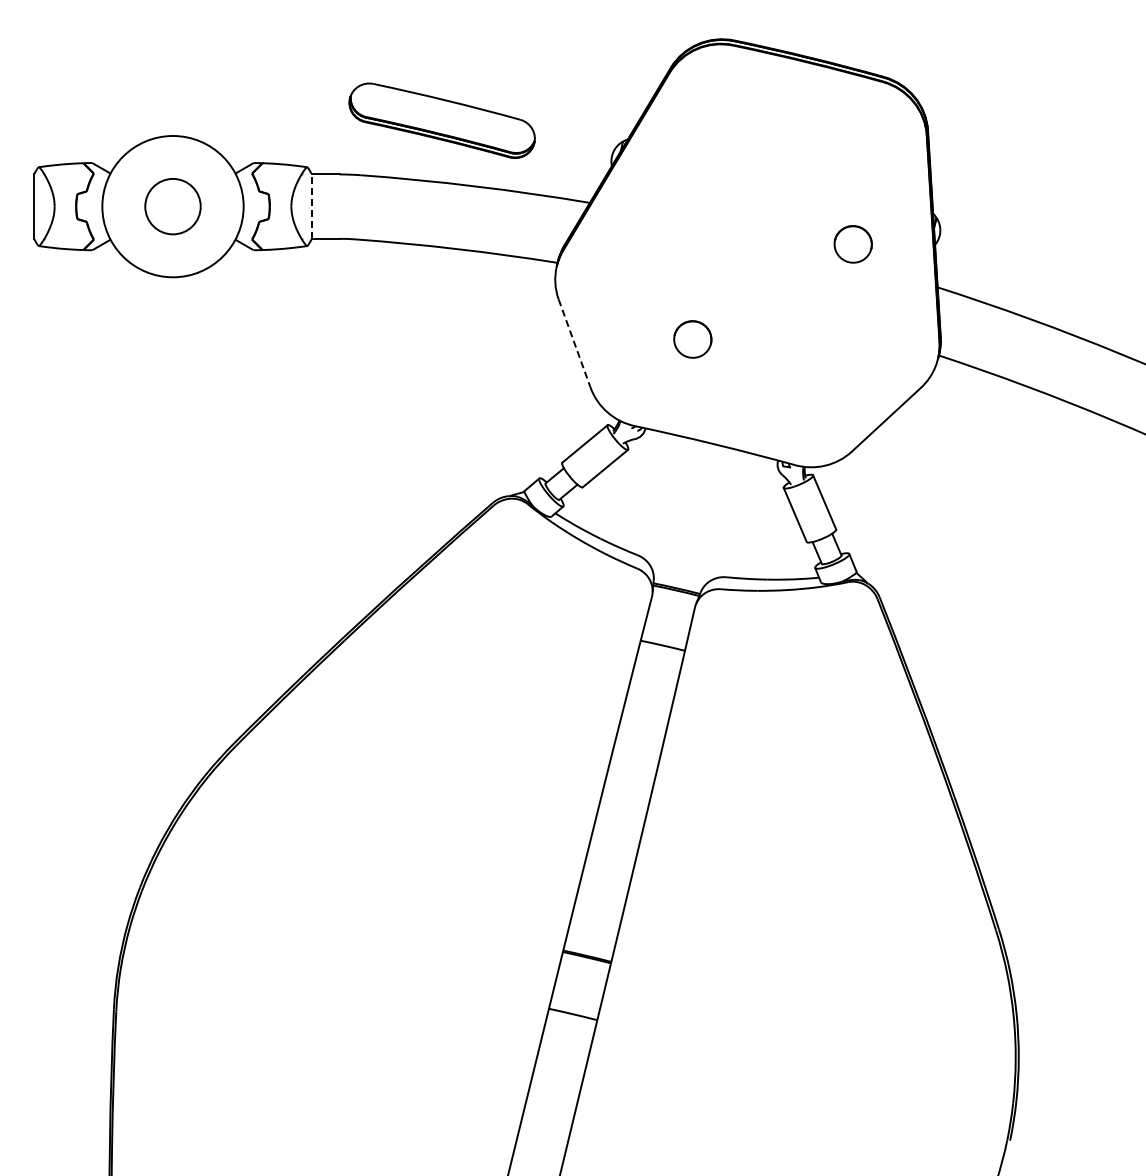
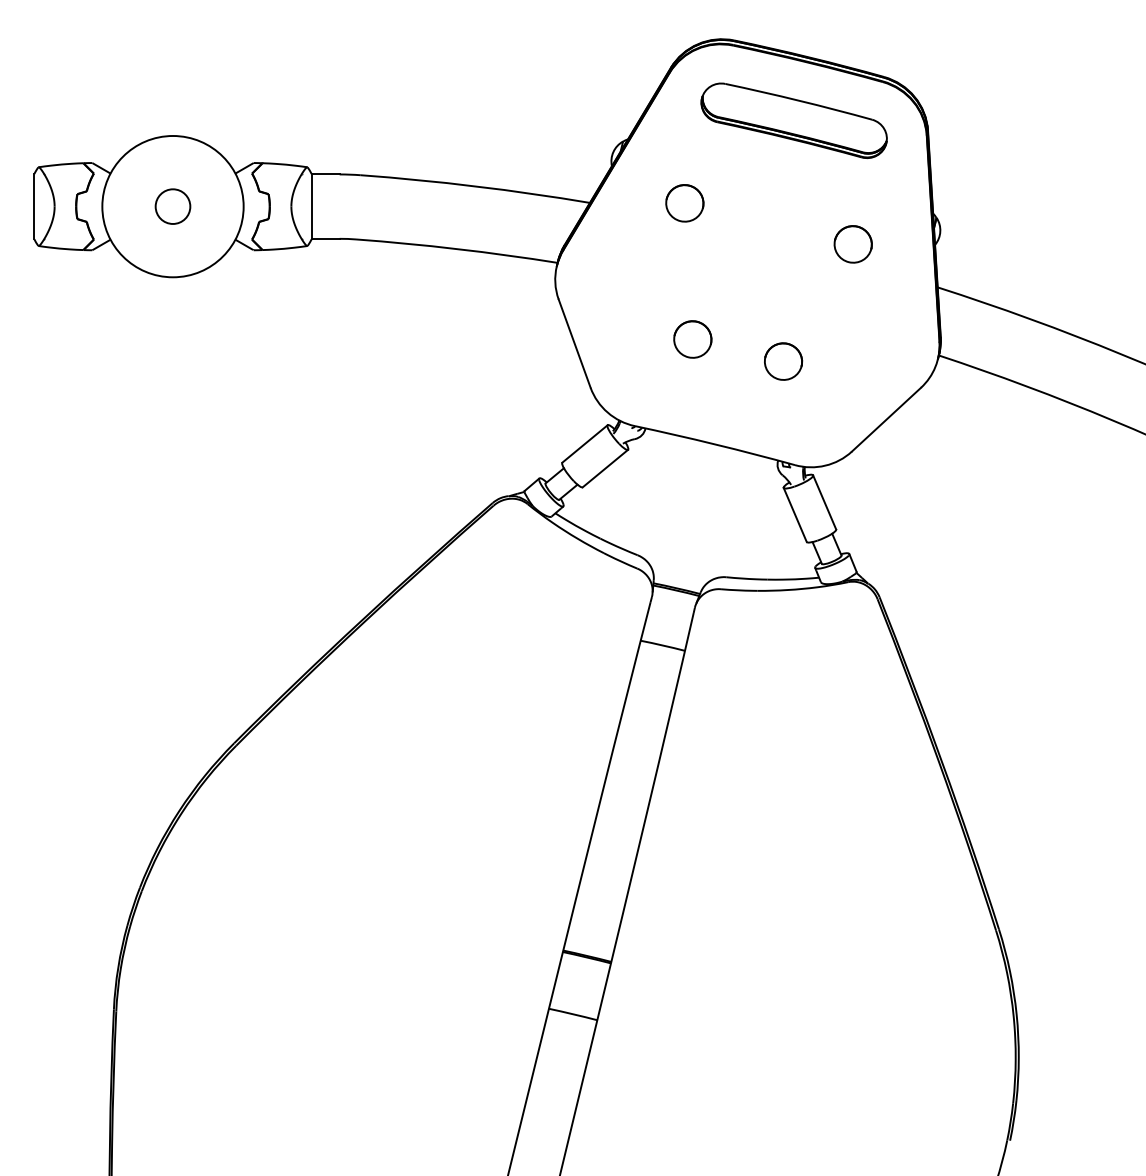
part at (441, 120) position: (441, 120) -> (793, 120)
part at (684, 203): none -> present
circle at (172, 206) diameter: 55 px -> 35 px
line at (311, 206): dashed -> solid
line at (574, 343): dashed -> solid
part at (783, 361): none -> present
